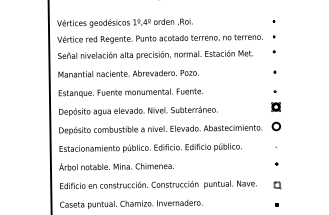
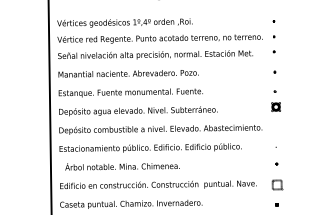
part at (275, 126): present -> none
text at (116, 166) position: (116, 166) -> (122, 166)
part at (277, 185) size: 9x9 px -> 13x12 px
